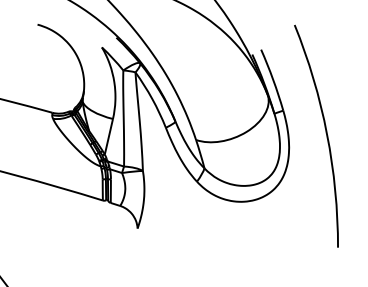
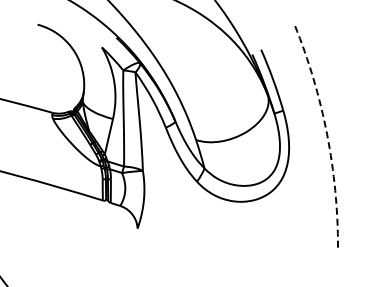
arc at (327, 134): solid -> dashed
